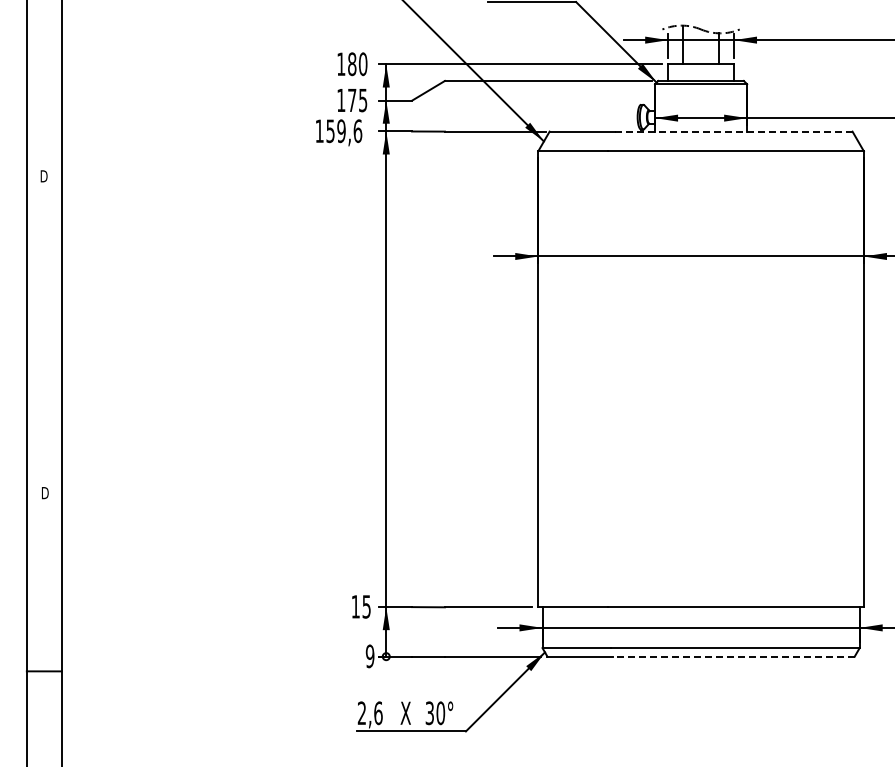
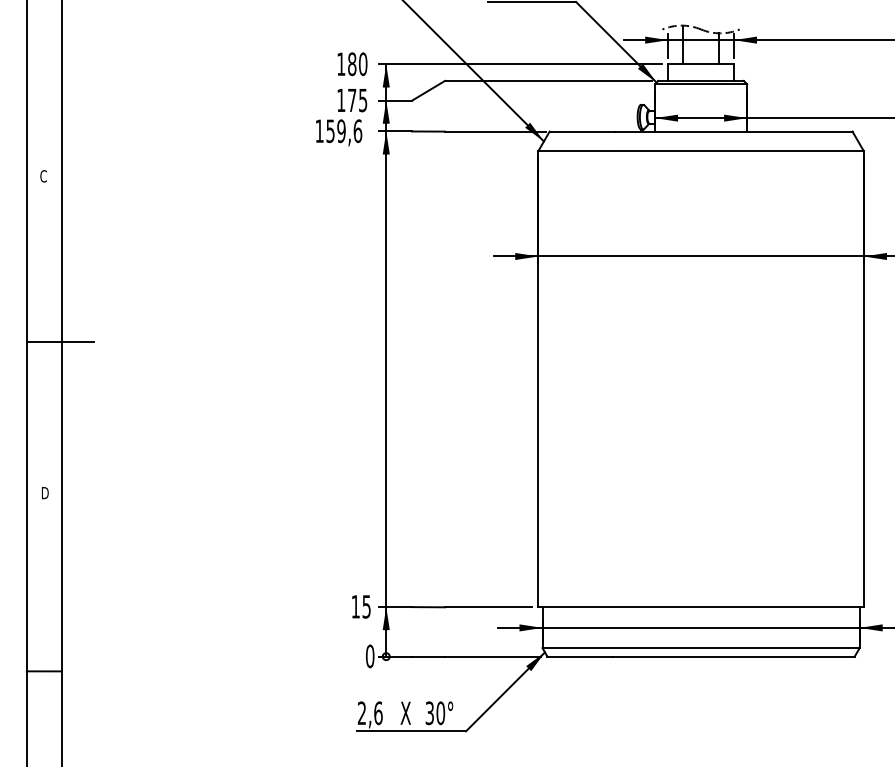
line at (733, 131): dashed -> solid
text at (43, 176): D -> C
line at (60, 342): none -> present
text at (369, 656): 9 -> 0
line at (734, 656): dashed -> solid
